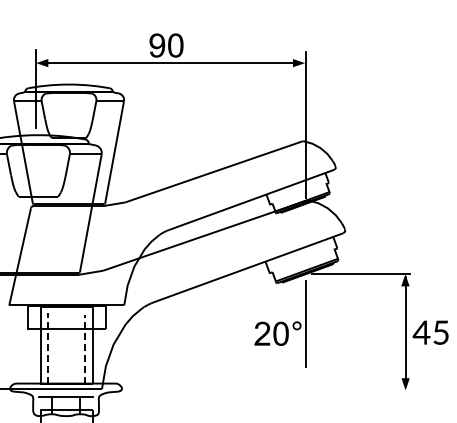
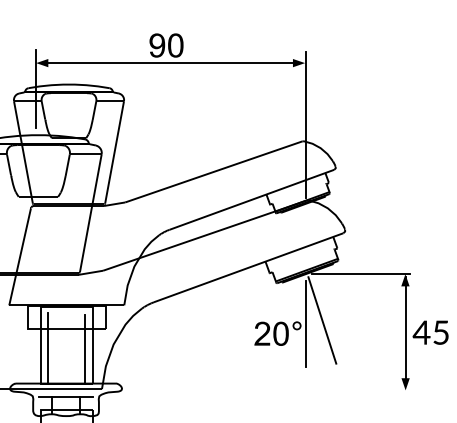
line at (322, 320): none -> present
line at (47, 348): dashed -> solid
line at (85, 348): dashed -> solid
